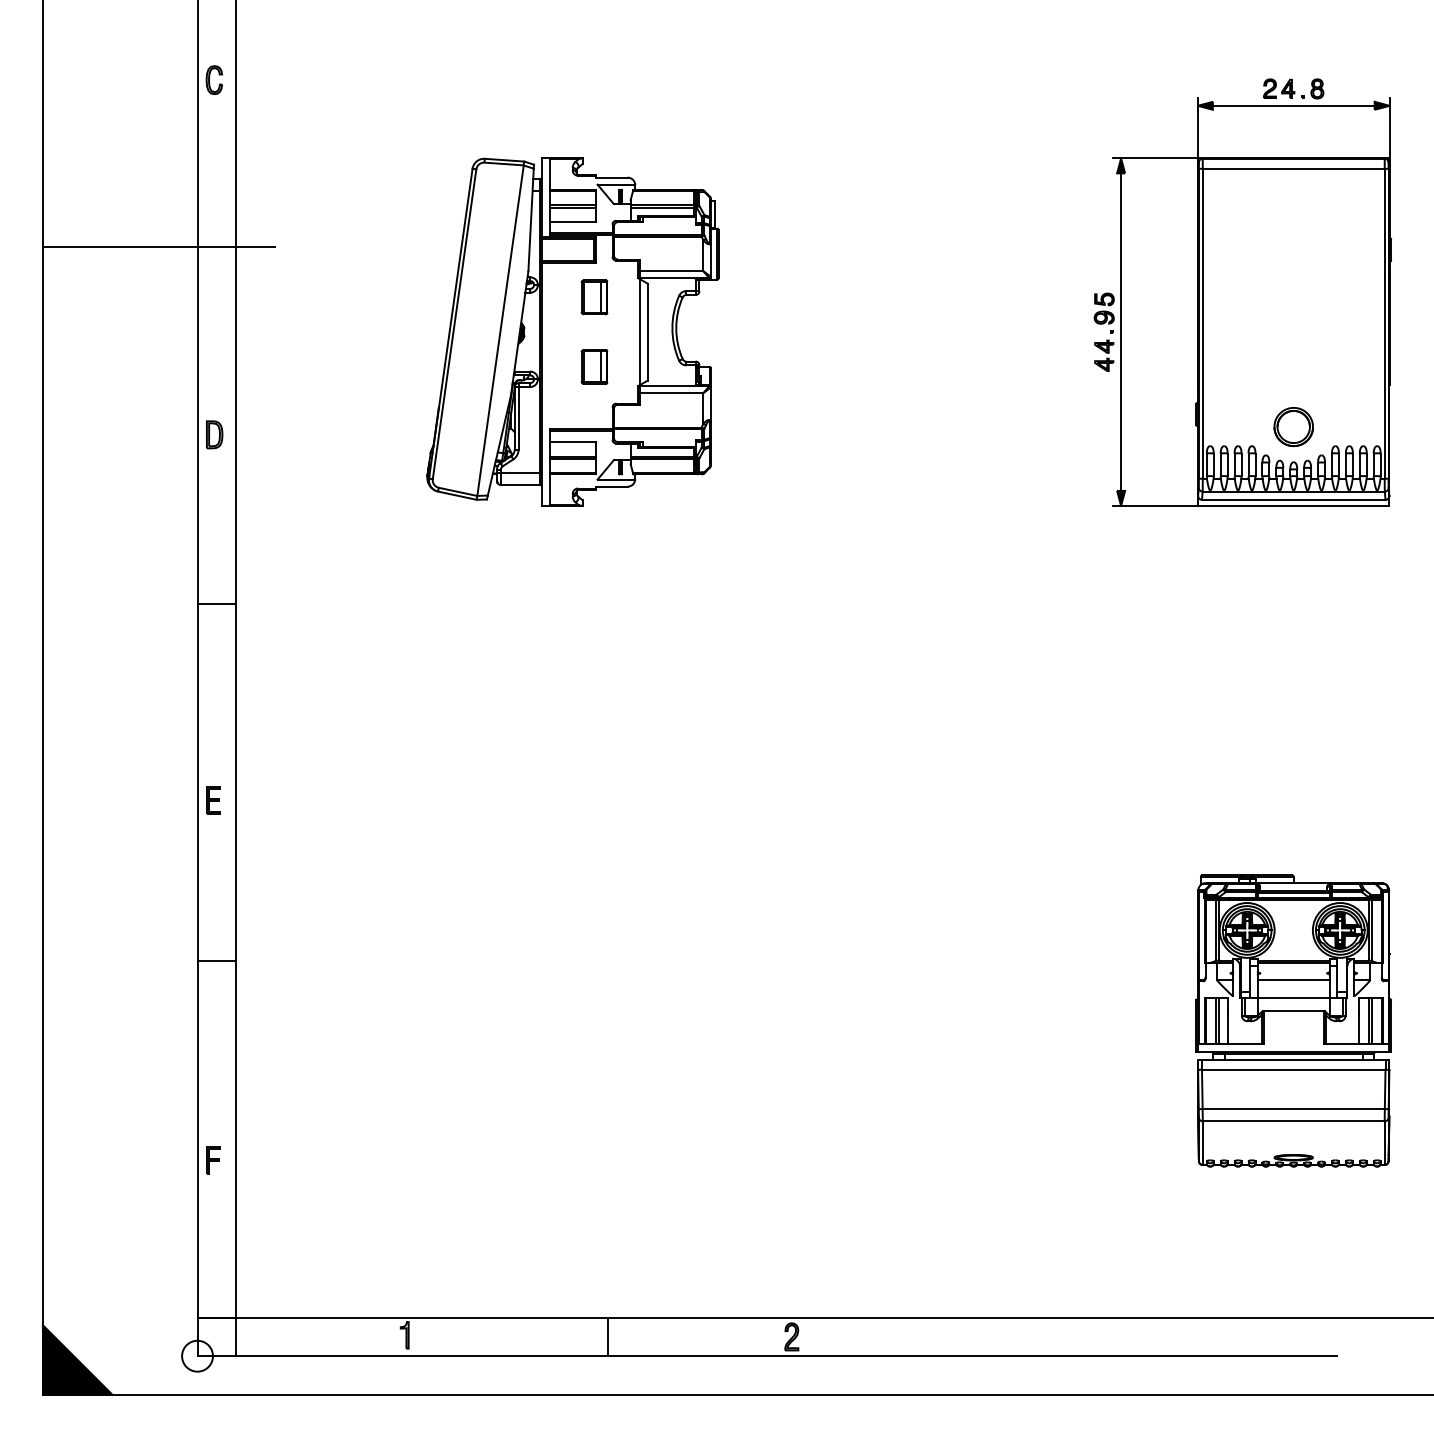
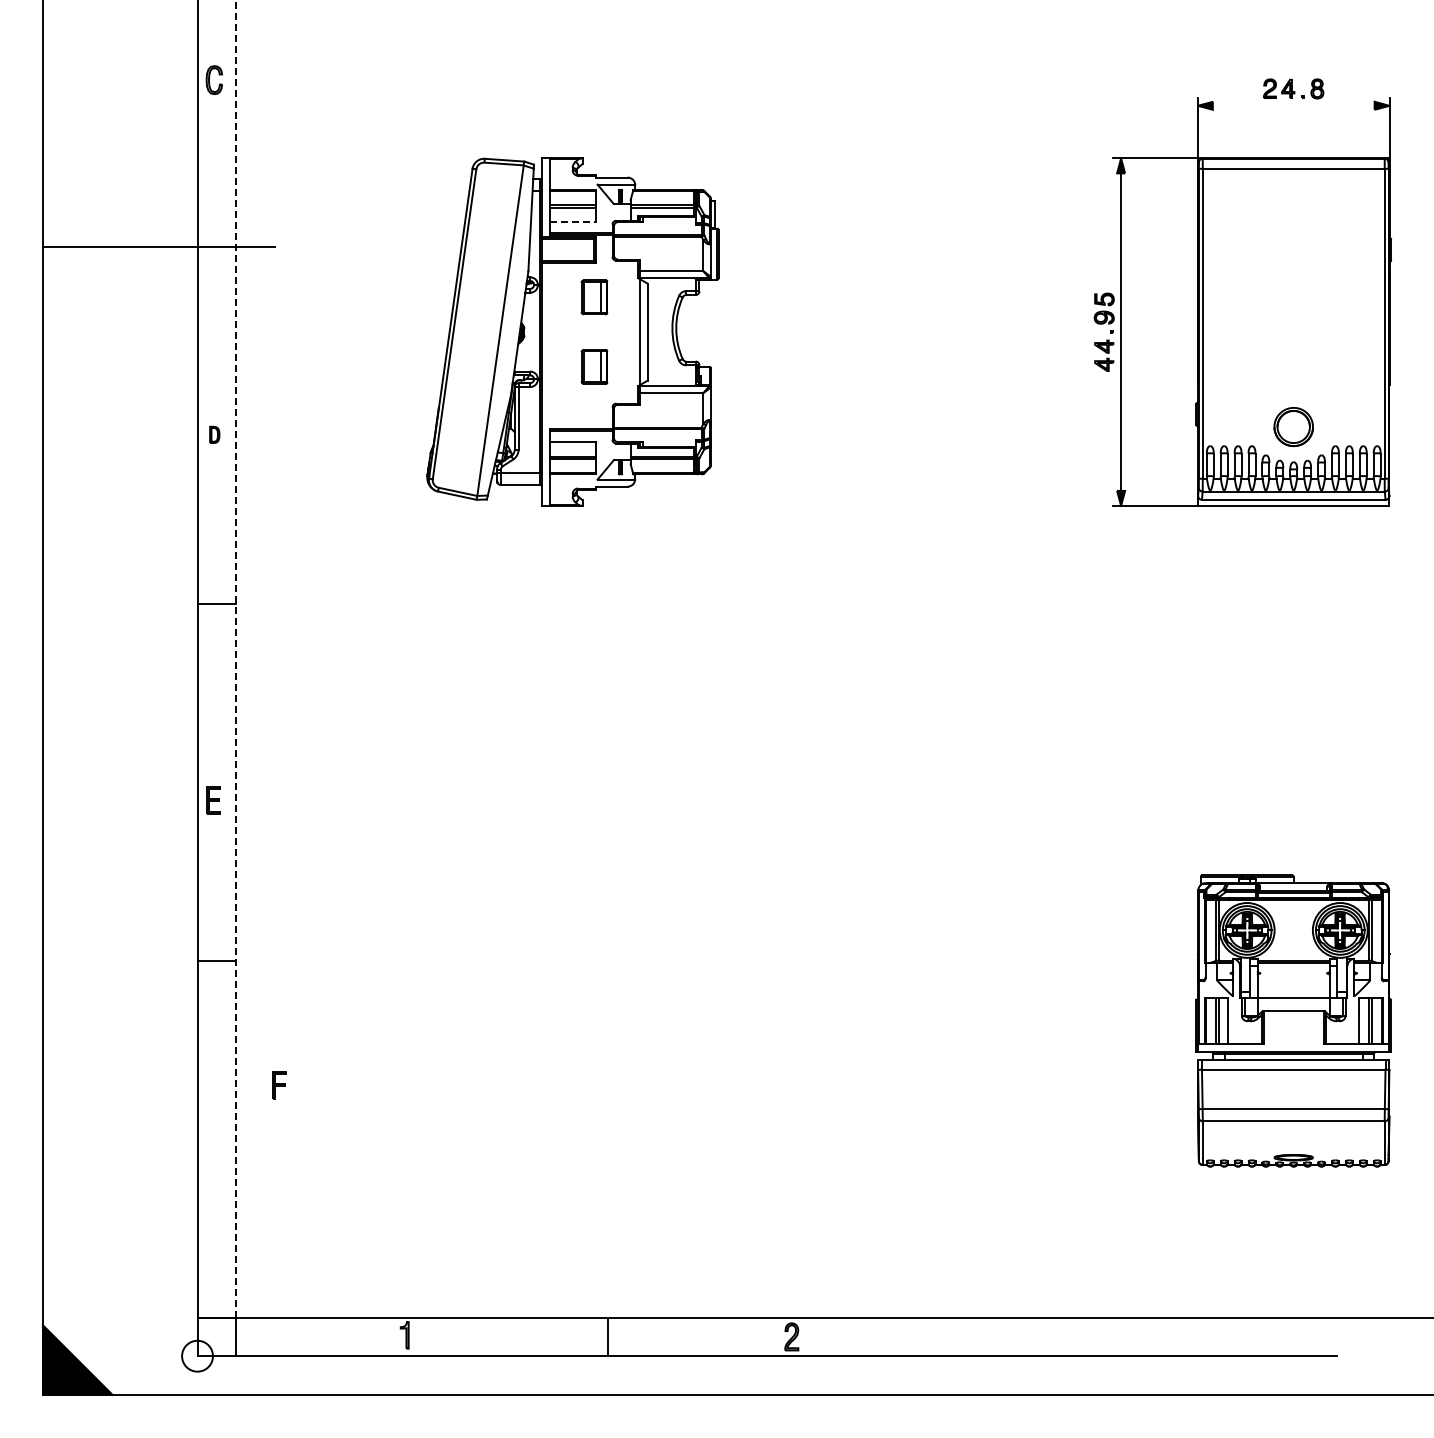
line at (1293, 105): present -> none
line at (573, 222): solid -> dashed
part at (214, 434) size: 18x30 px -> 12x19 px
line at (236, 658): solid -> dashed
line at (1293, 980): present -> none
part at (213, 1160) position: (213, 1160) -> (279, 1085)
